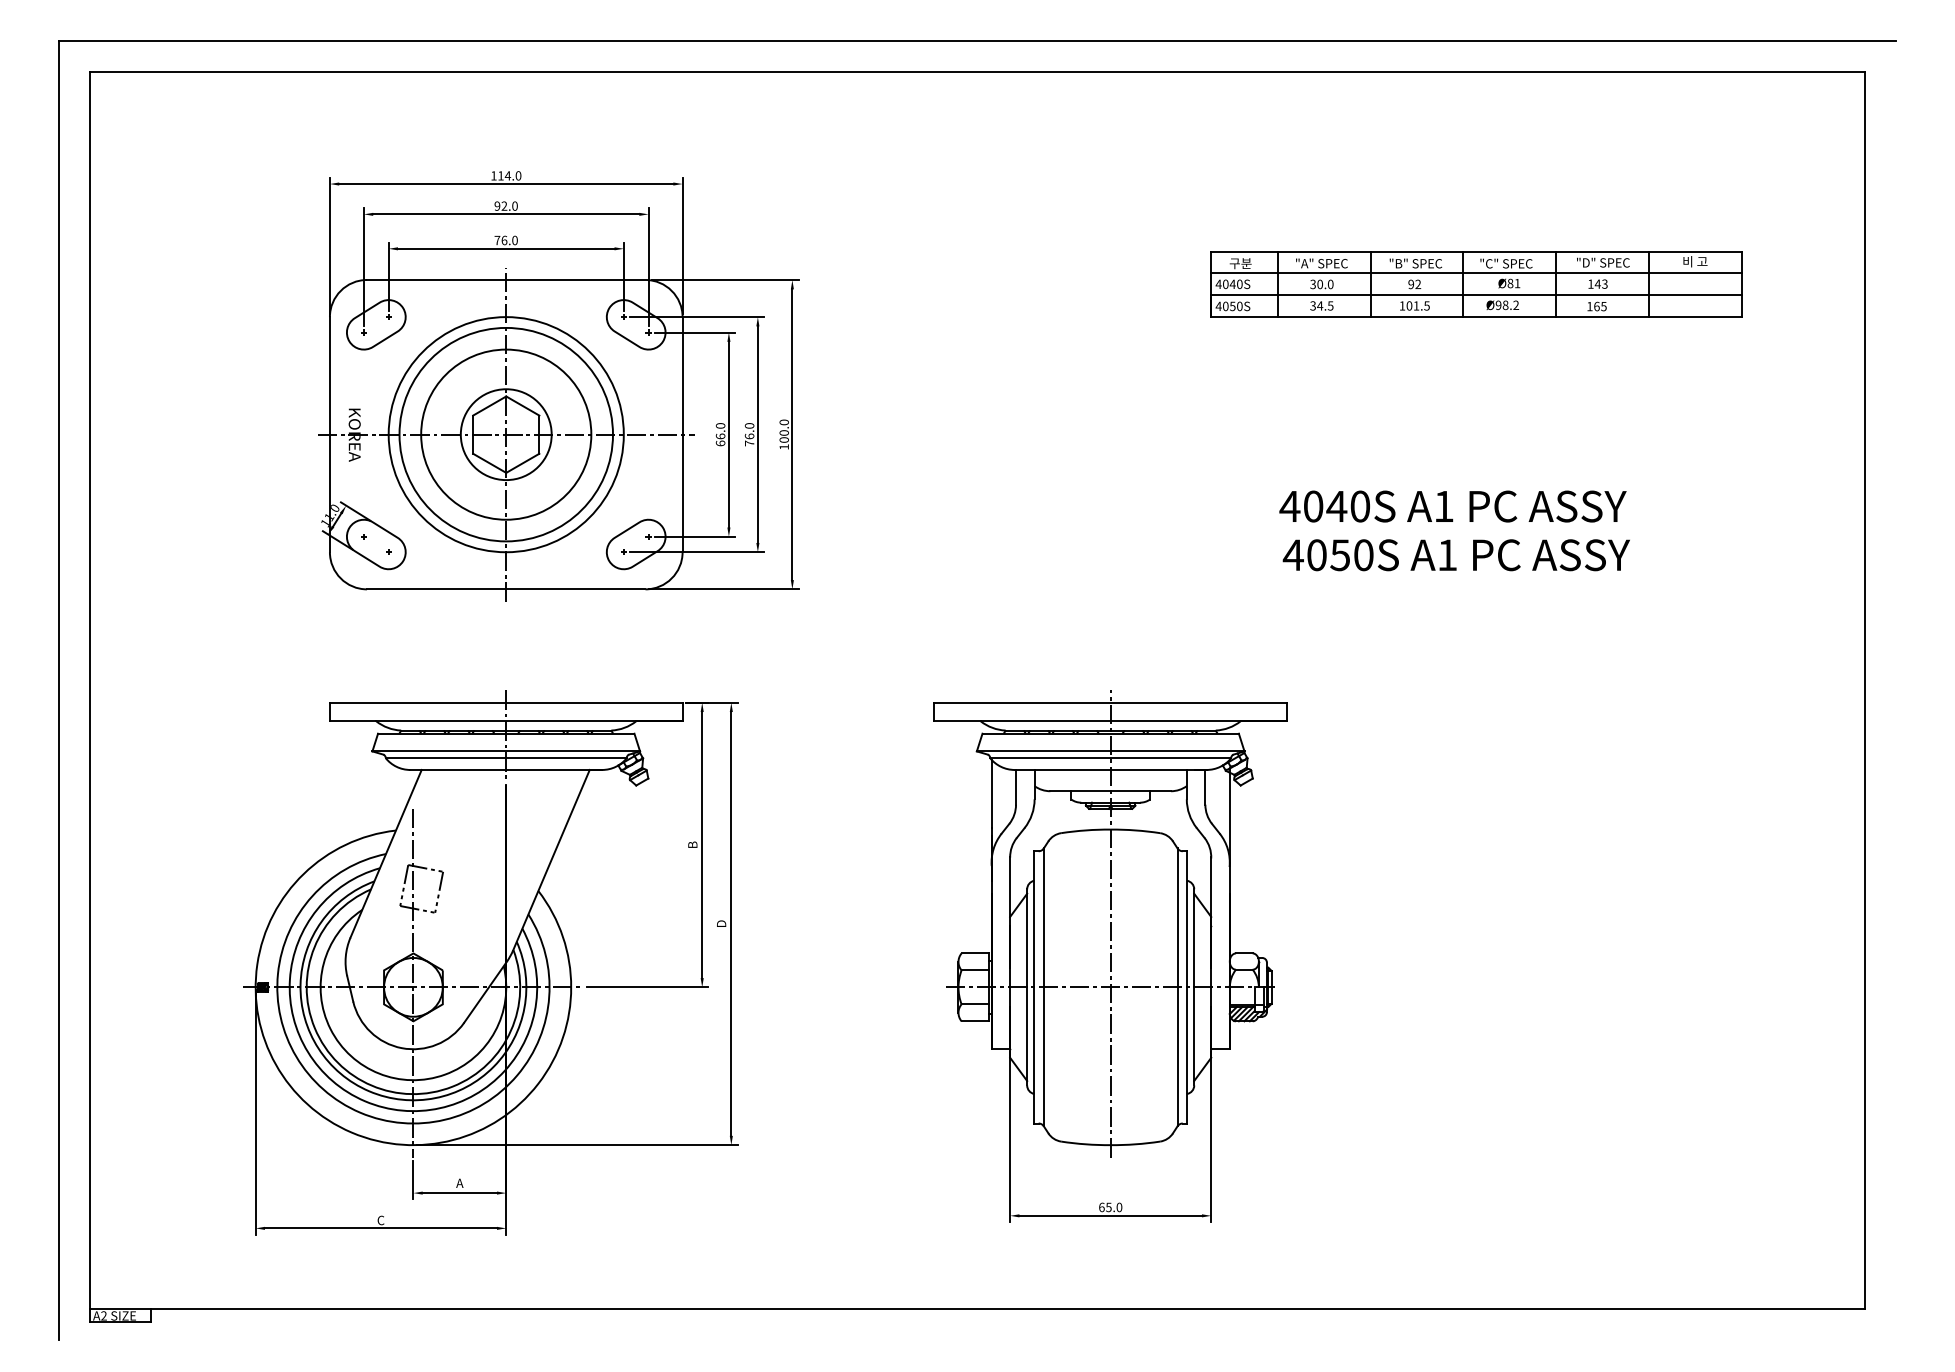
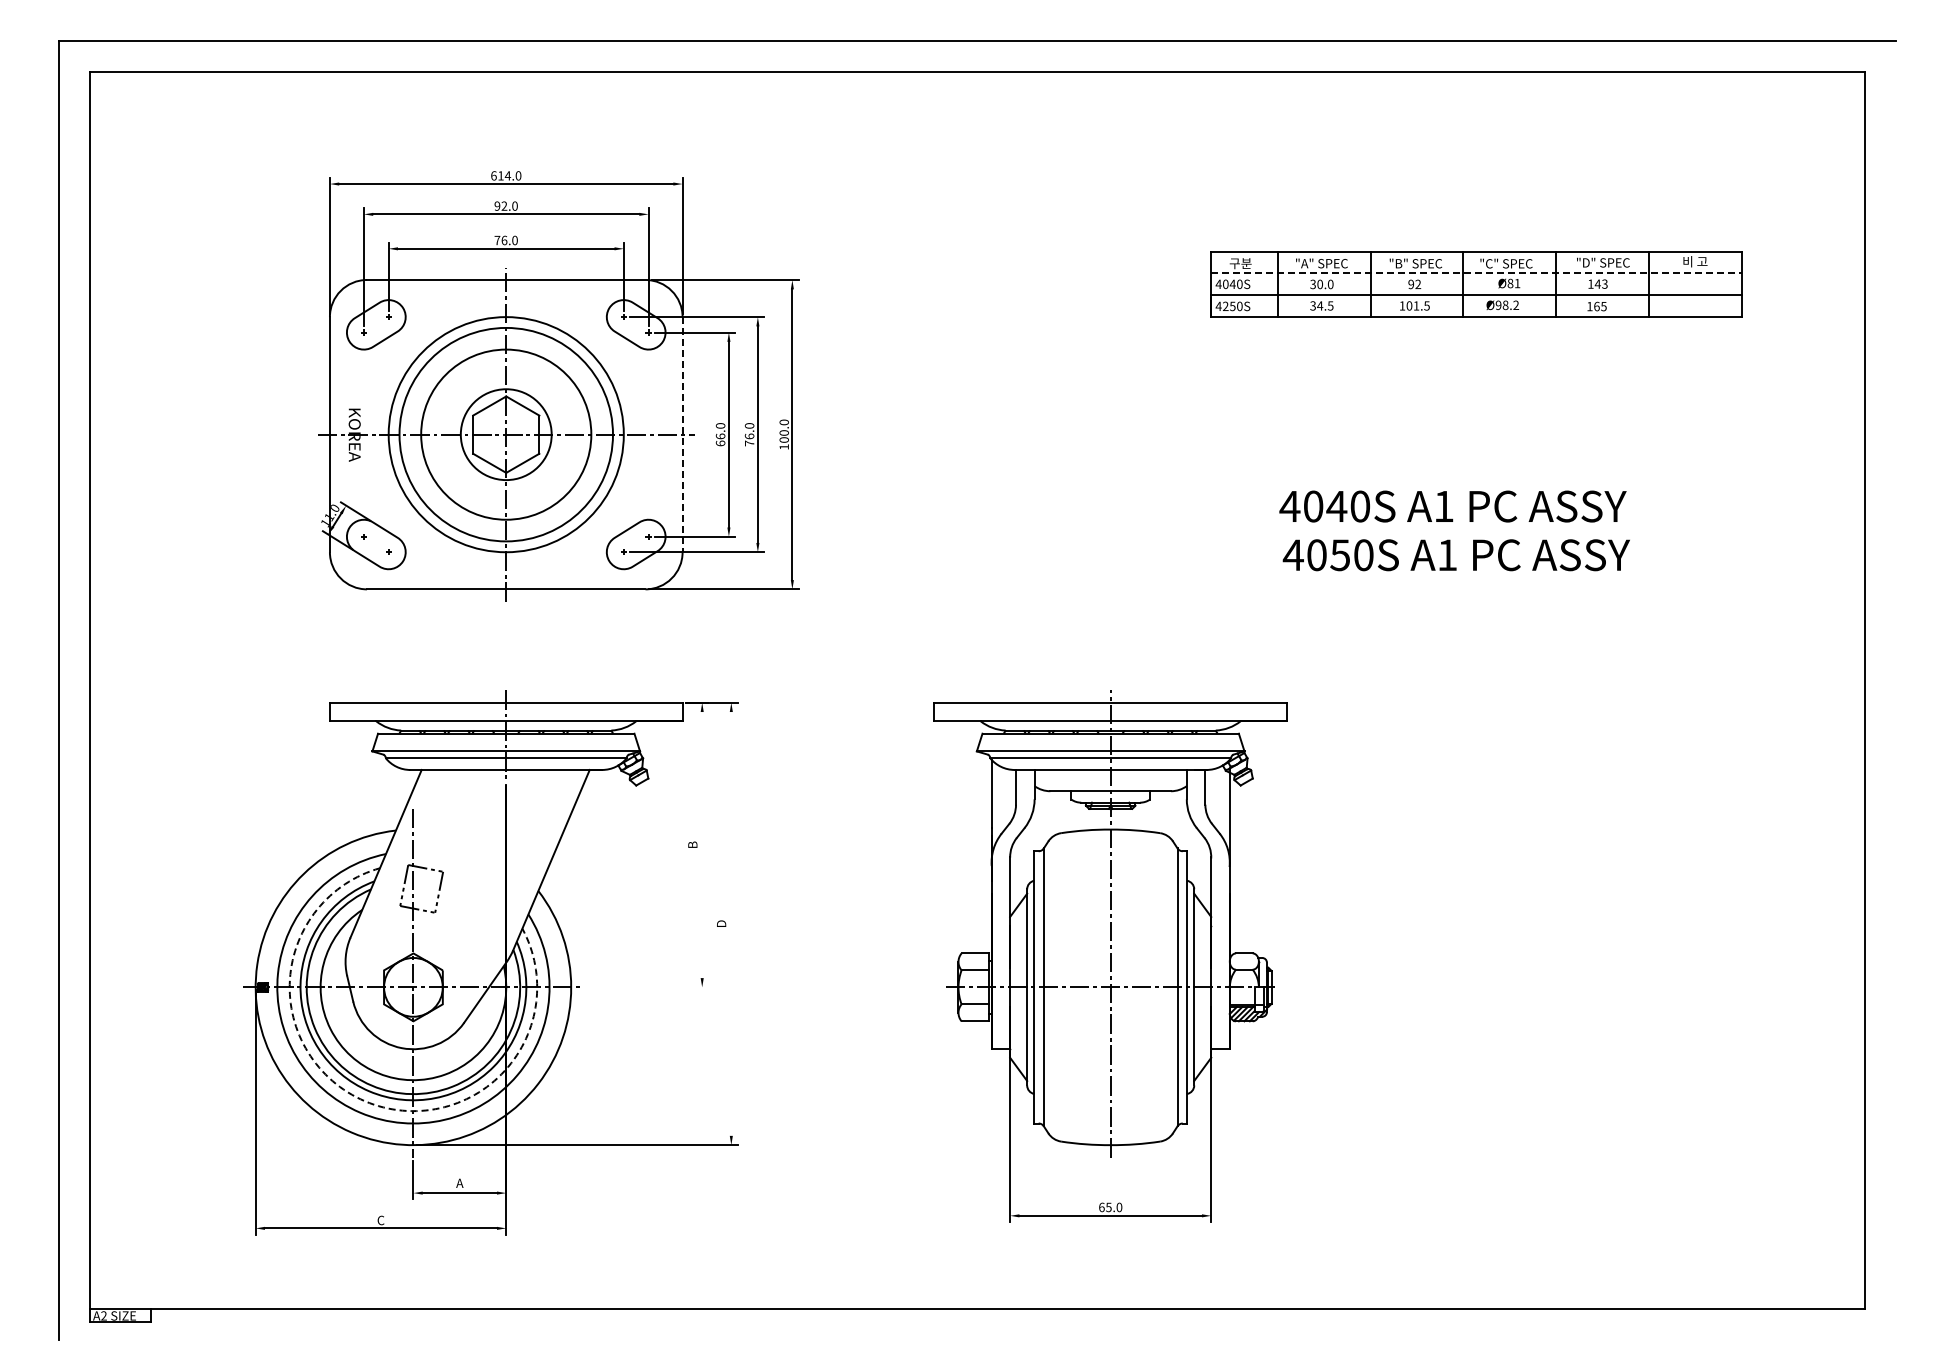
text at (493, 175): 114.0 -> 614.0
line at (1477, 273): solid -> dashed
text at (1225, 306): 4050S -> 4250S
line at (682, 434): solid -> dashed
line at (702, 845): present -> none
line at (731, 923): present -> none
line at (647, 987): present -> none
arc at (365, 1101): solid -> dashed
